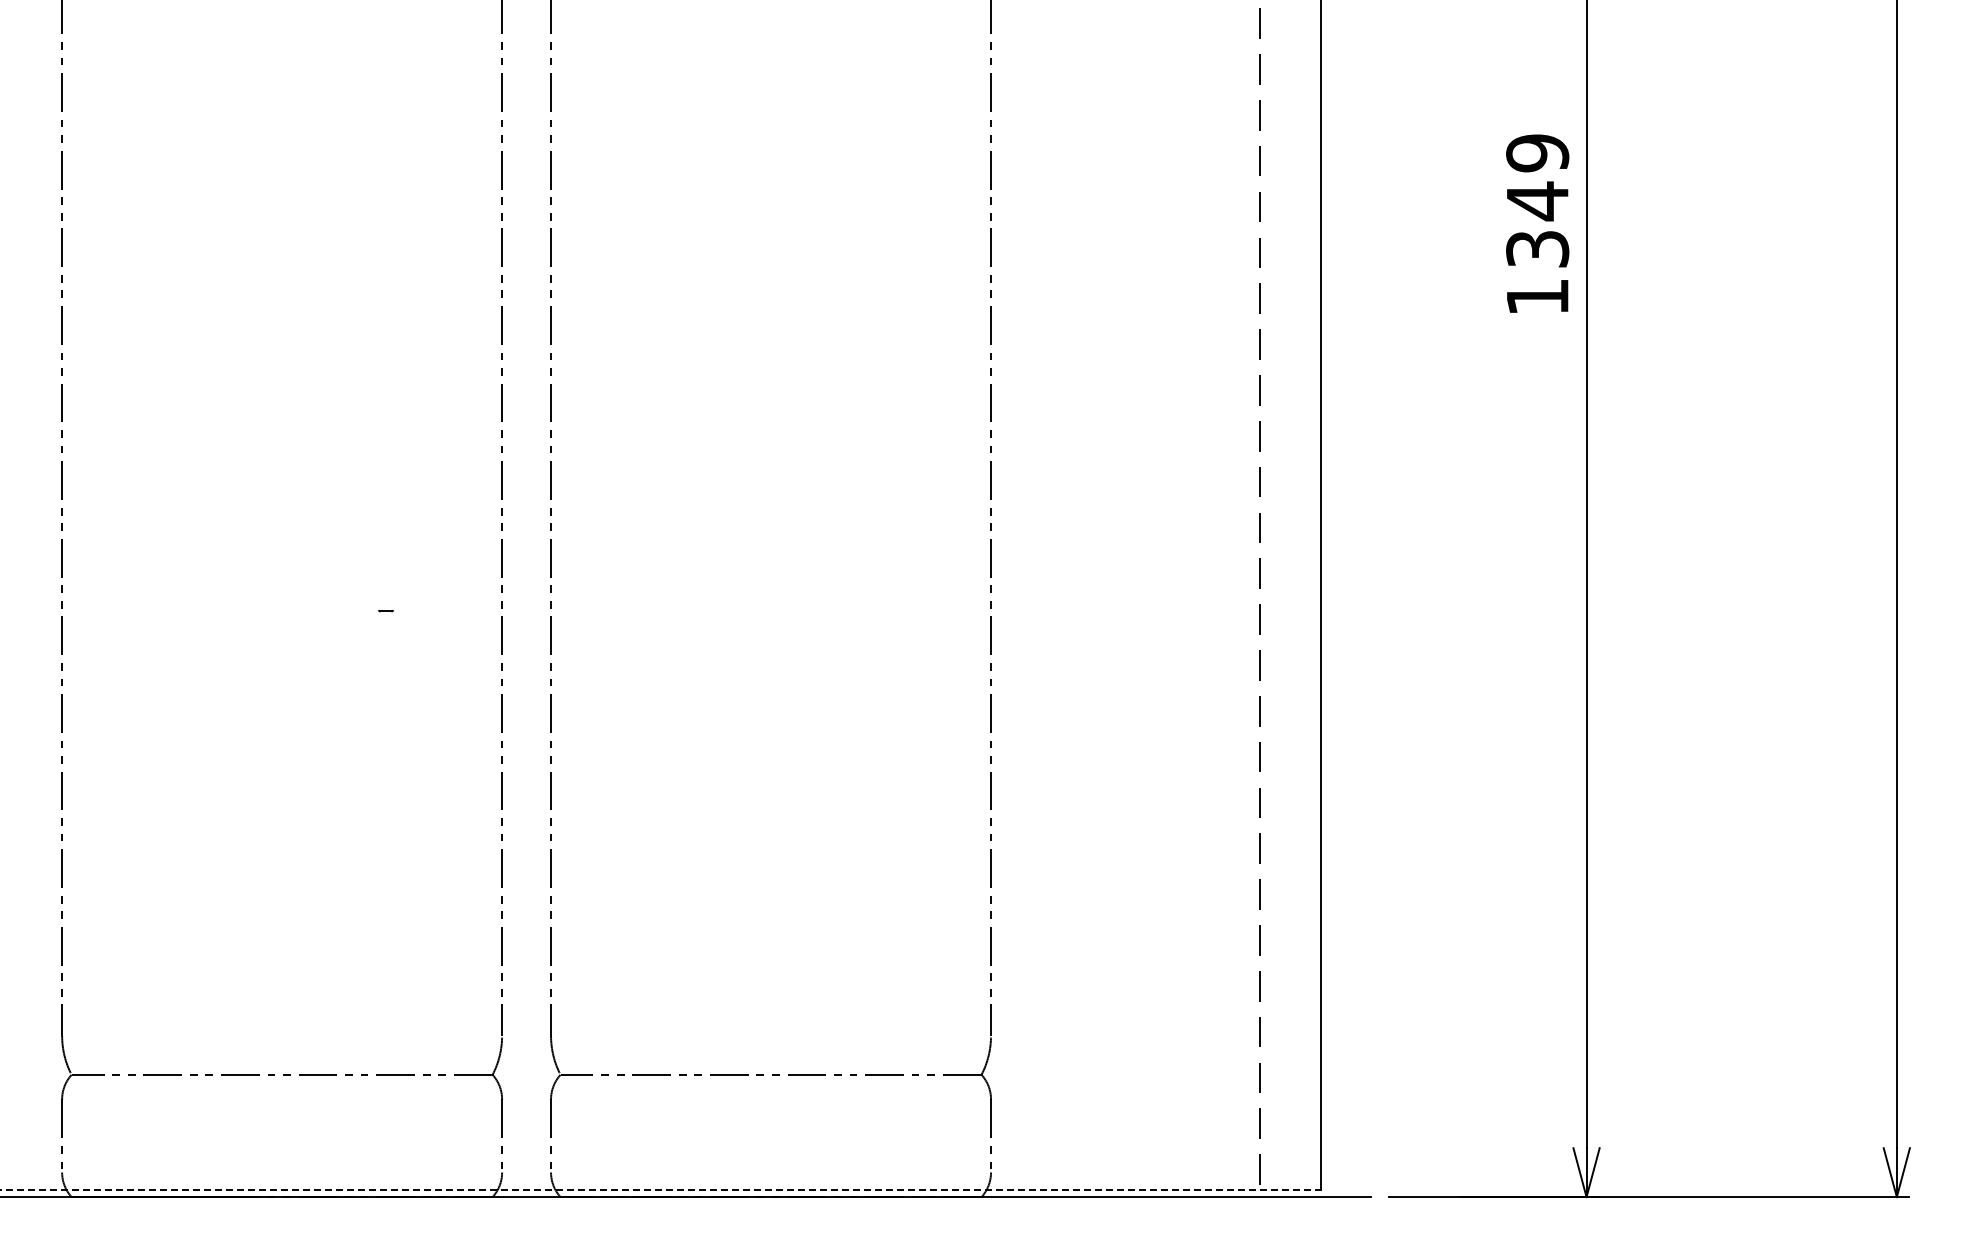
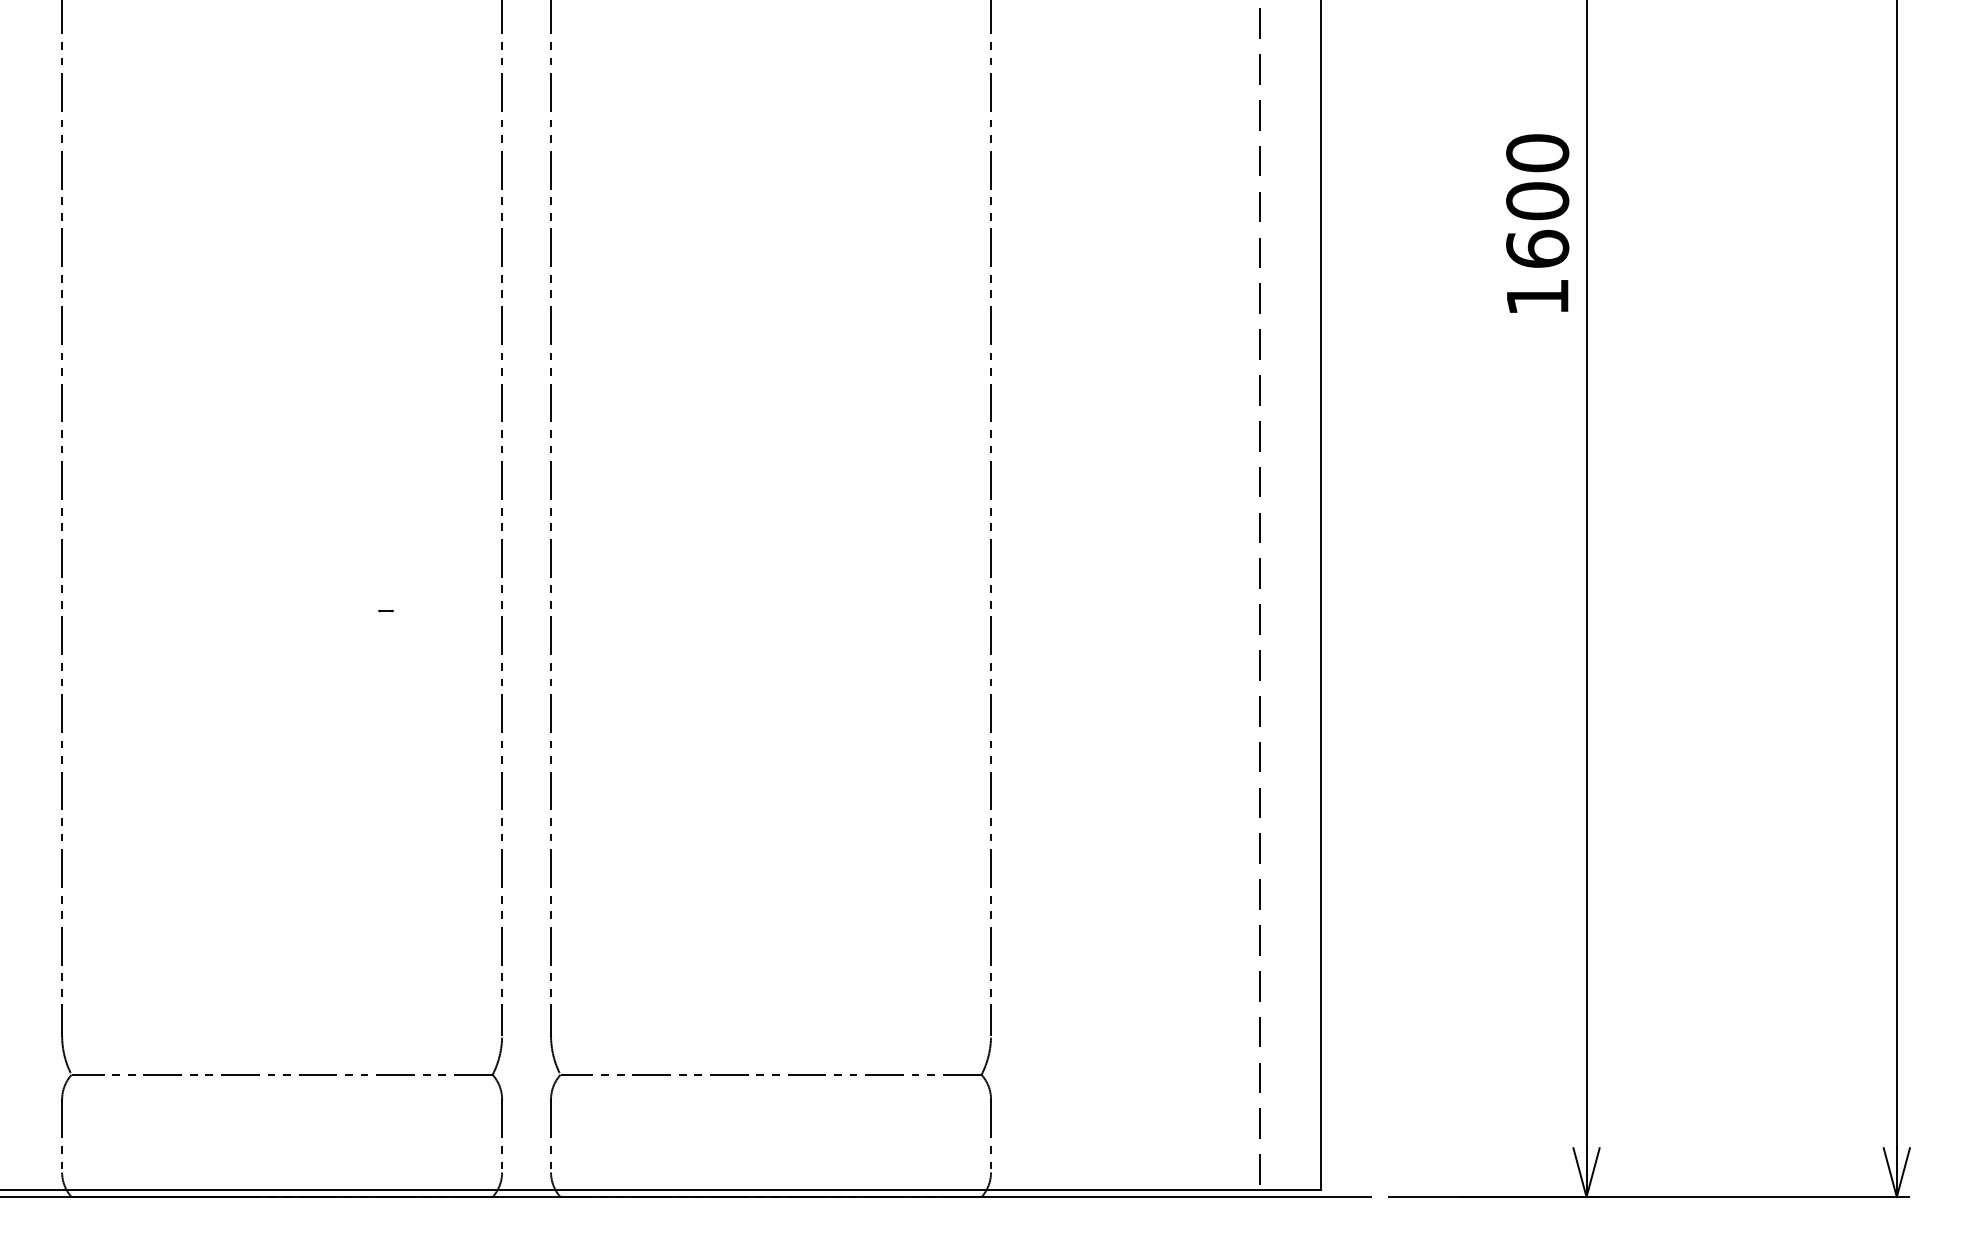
text at (1537, 200): 1349 -> 1600
line at (660, 1189): dashed -> solid
